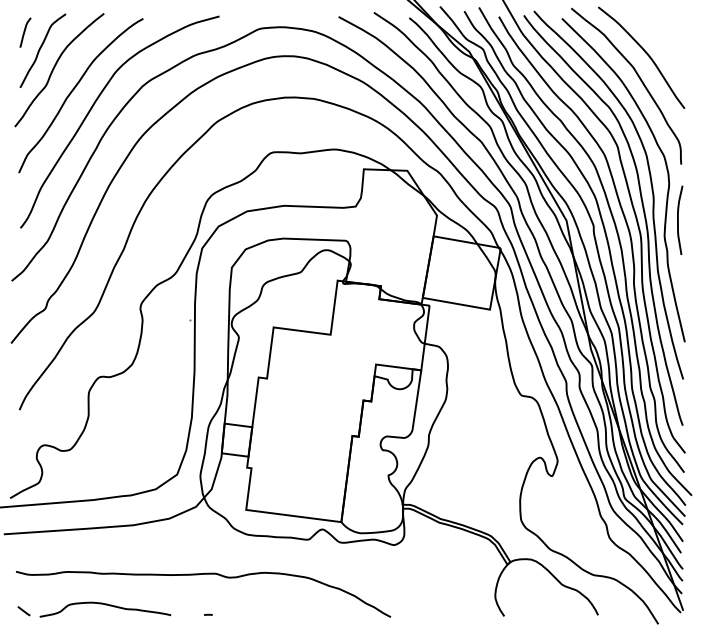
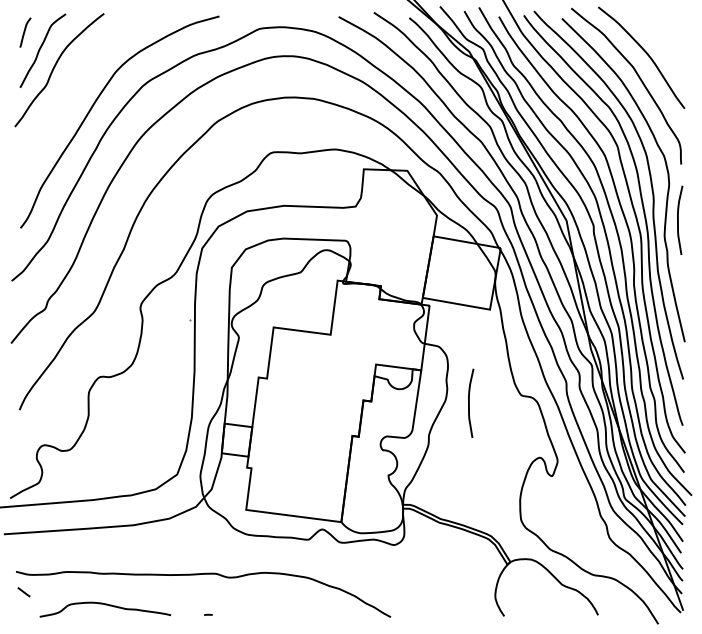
curve at (74, 89): present -> none
curve at (469, 402): none -> present
line at (23, 611) position: (23, 611) -> (23, 592)
